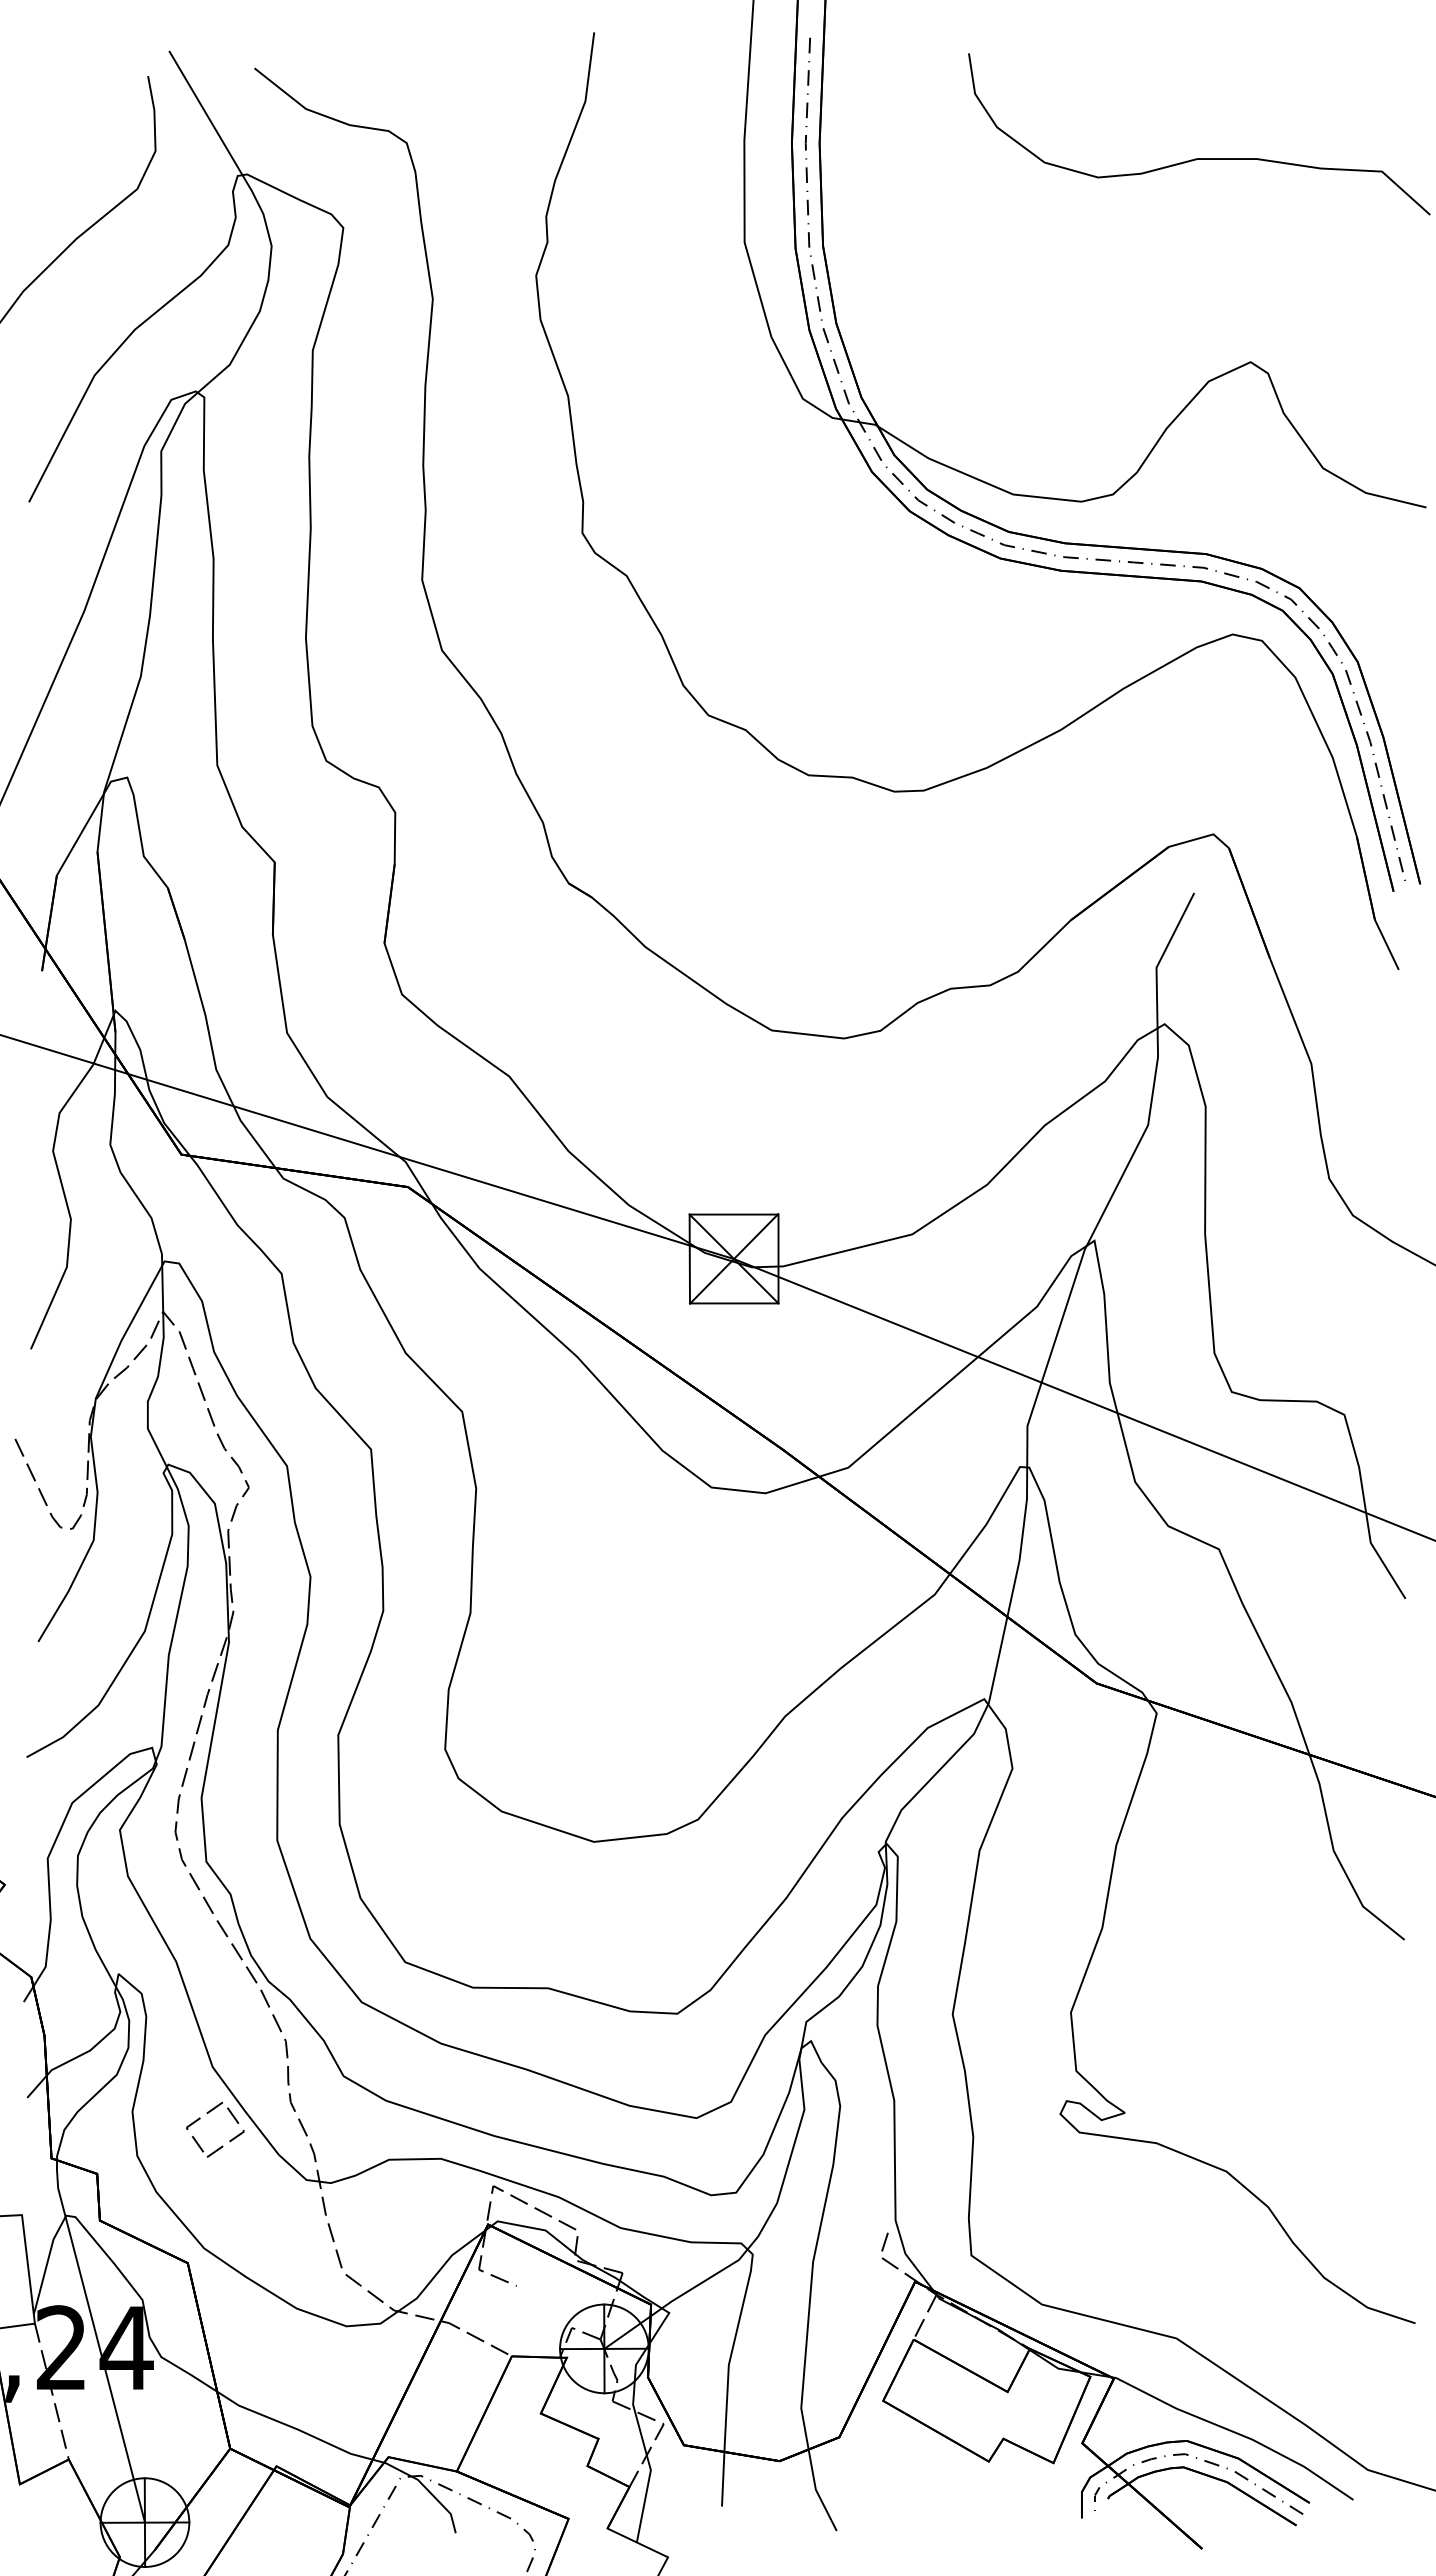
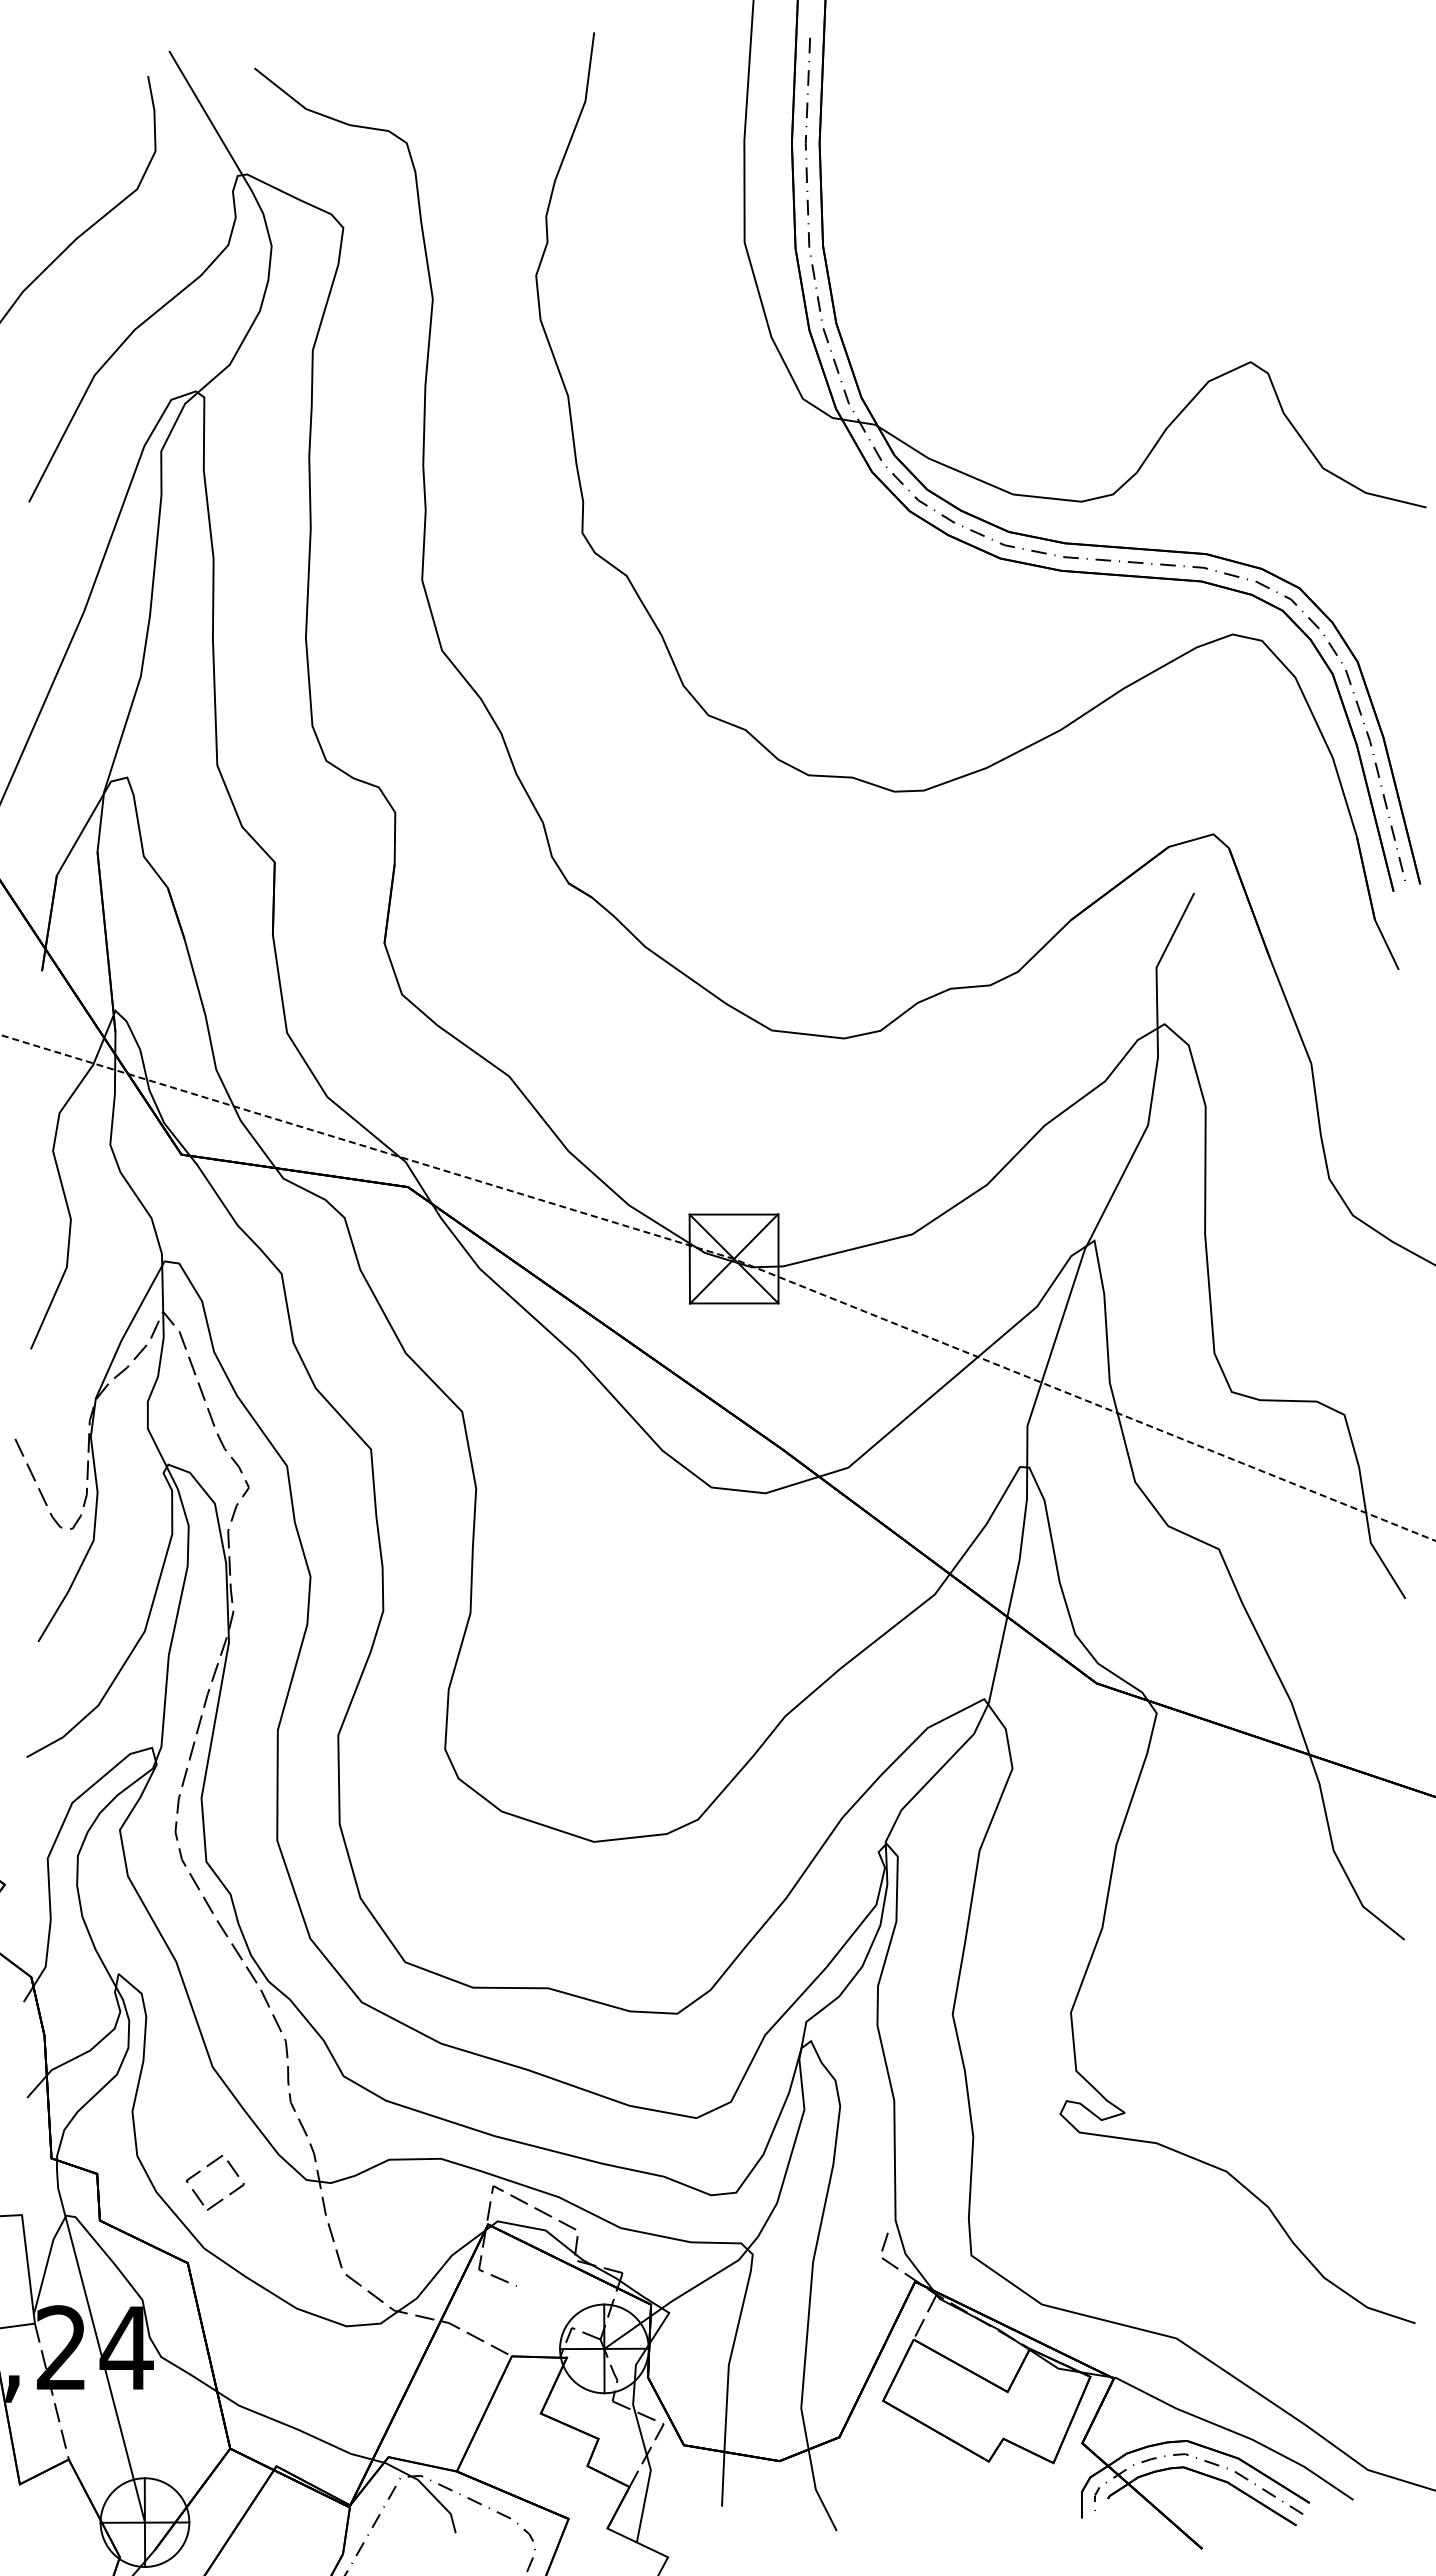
curve at (1199, 158): present -> none
line at (729, 1257): solid -> dashed
part at (208, 2113) position: (208, 2113) -> (208, 2166)
